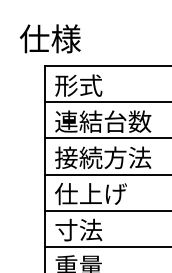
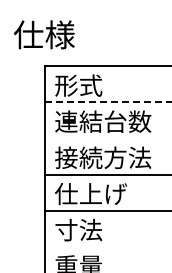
text at (49, 38) position: (49, 38) -> (43, 34)
line at (108, 102): solid -> dashed
line at (106, 138): present -> none
line at (106, 246): present -> none
